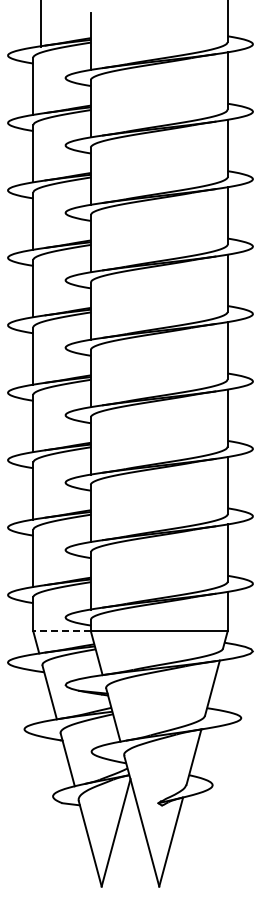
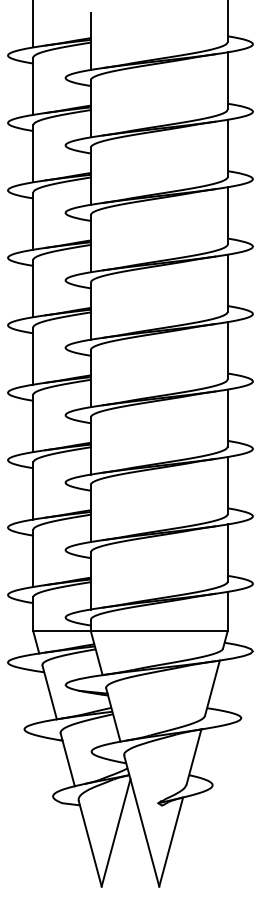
line at (41, 24) position: (41, 24) -> (33, 24)
line at (62, 631): dashed -> solid
